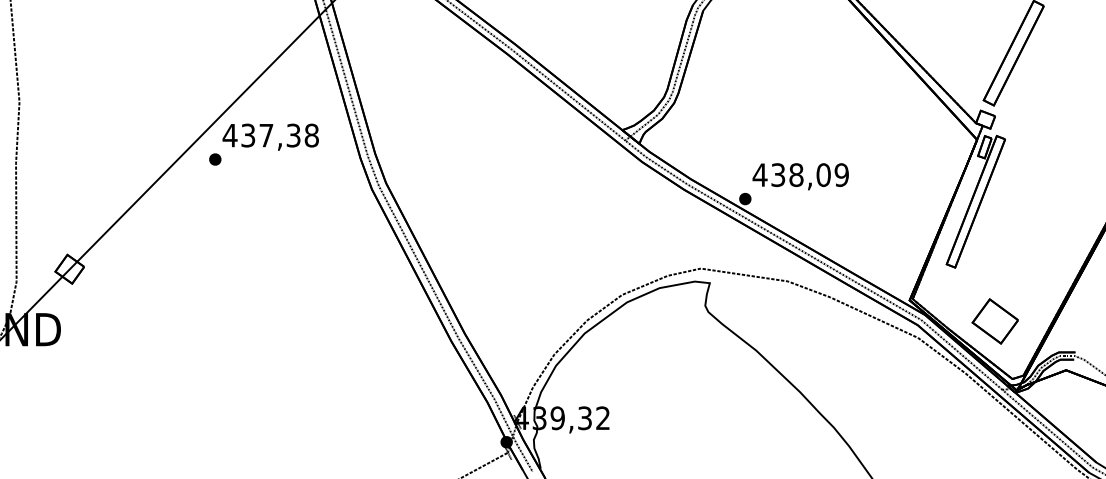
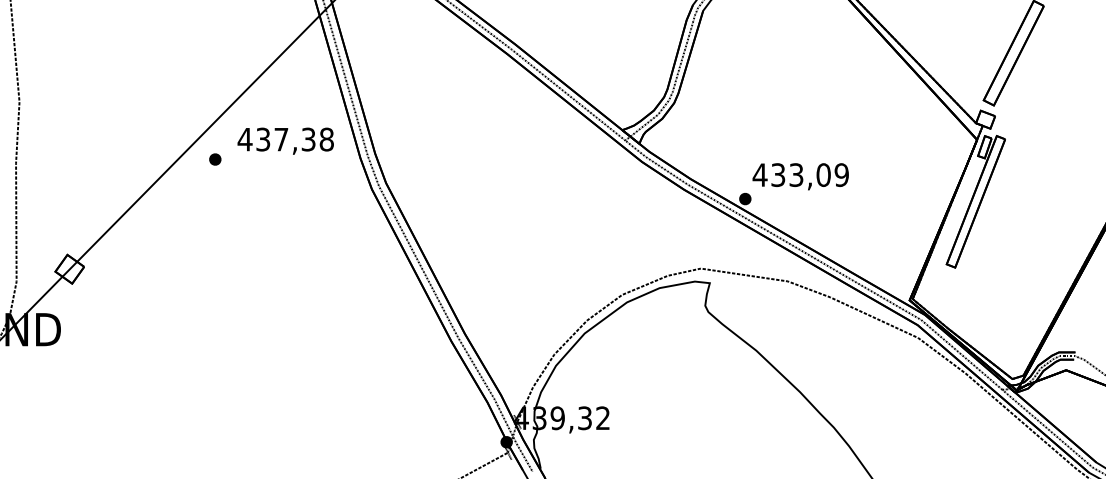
text at (270, 136) position: (270, 136) -> (285, 140)
text at (796, 174): 438,09 -> 433,09
part at (994, 321): present -> none
